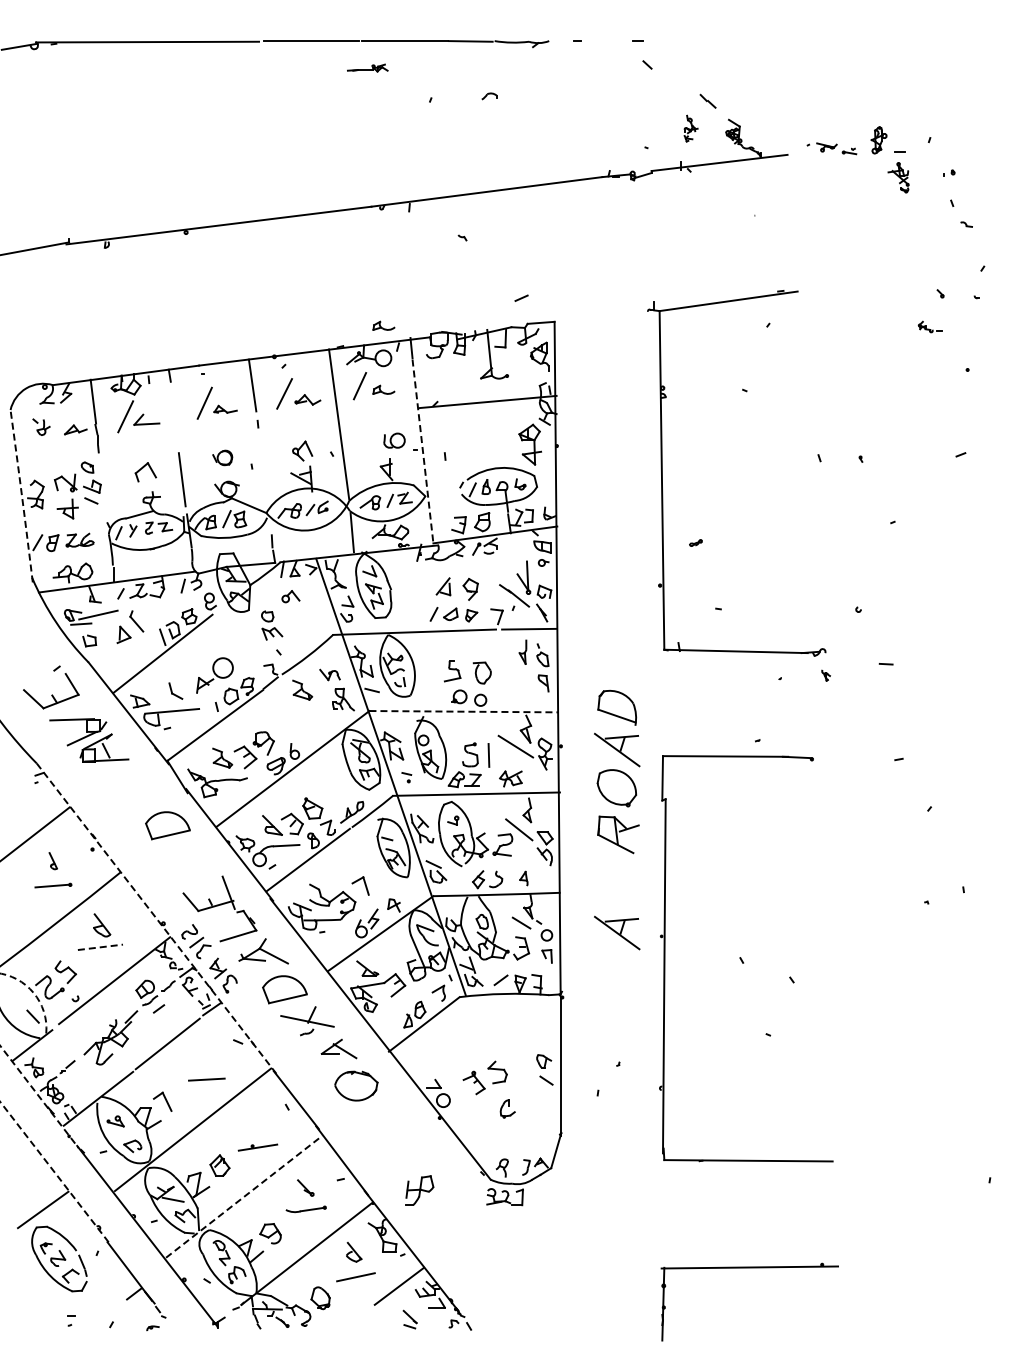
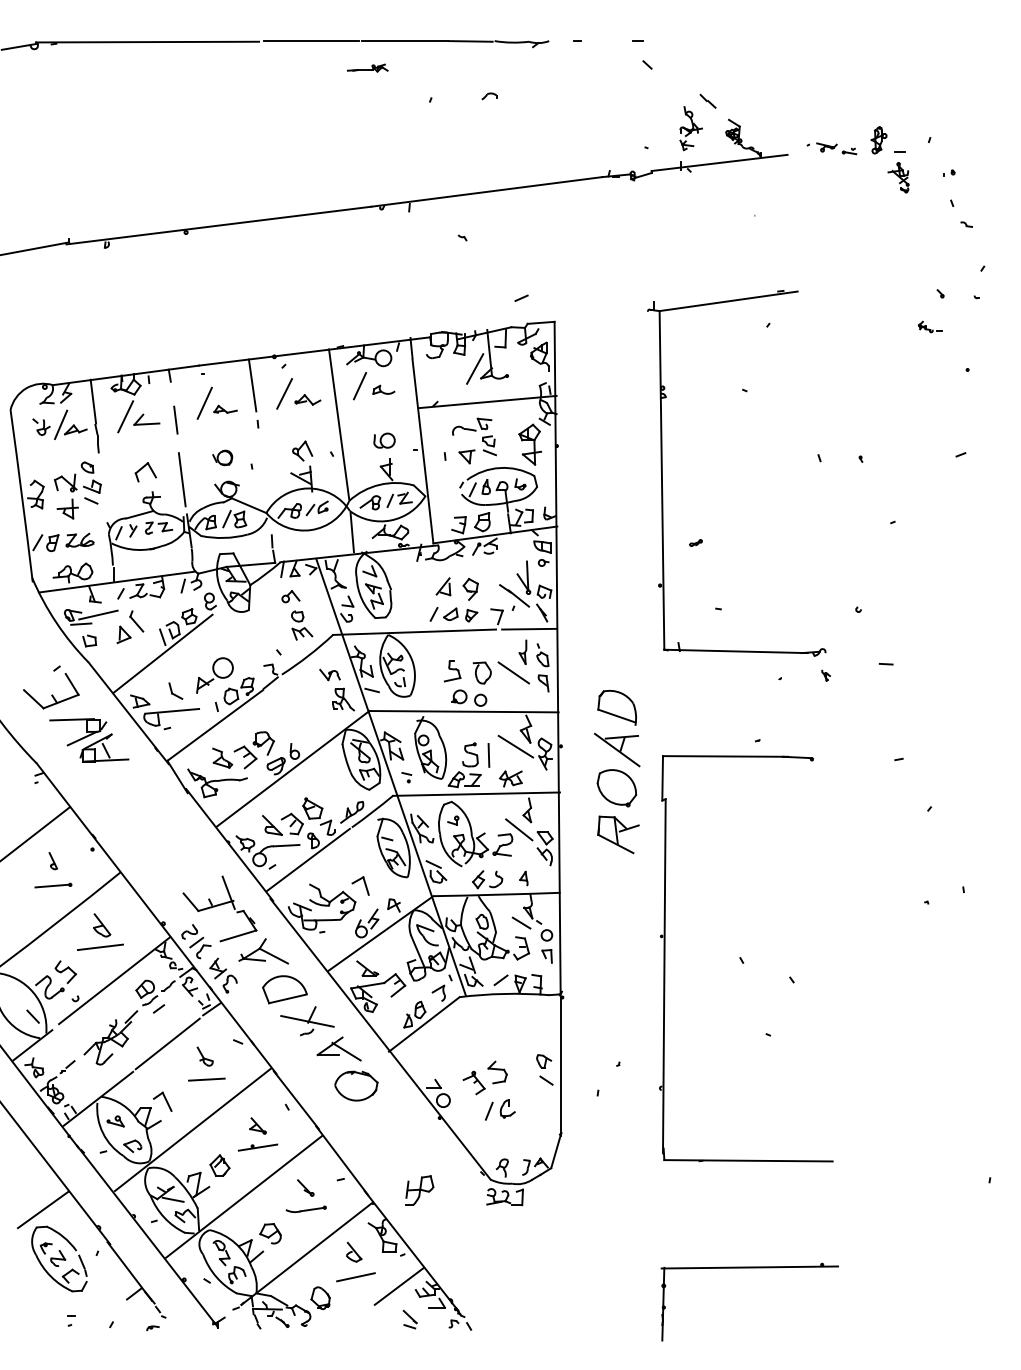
part at (690, 128) size: 16x29 px -> 24x46 px
part at (383, 325): present -> none
line at (475, 368): none -> present
line at (175, 419): none -> present
line at (61, 424): none -> present
part at (394, 440) position: (394, 440) -> (384, 440)
part at (482, 440): none -> present
line at (423, 451): dashed -> solid
arc at (22, 496): dashed -> solid
part at (272, 625) position: (272, 625) -> (302, 625)
line at (513, 672): none -> present
part at (302, 689): present -> none
line at (464, 711): dashed -> solid
part at (167, 825): present -> none
line at (156, 919): dashed -> solid
part at (617, 932): present -> none
line at (100, 947): dashed -> solid
arc at (34, 994): dashed -> solid
part at (338, 1048) size: 38x22 px -> 46x26 px
part at (204, 1056): none -> present
line at (39, 1097): dashed -> solid
line at (489, 1110): none -> present
part at (257, 1125): none -> present
line at (55, 1173): dashed -> solid
line at (244, 1196): dashed -> solid
